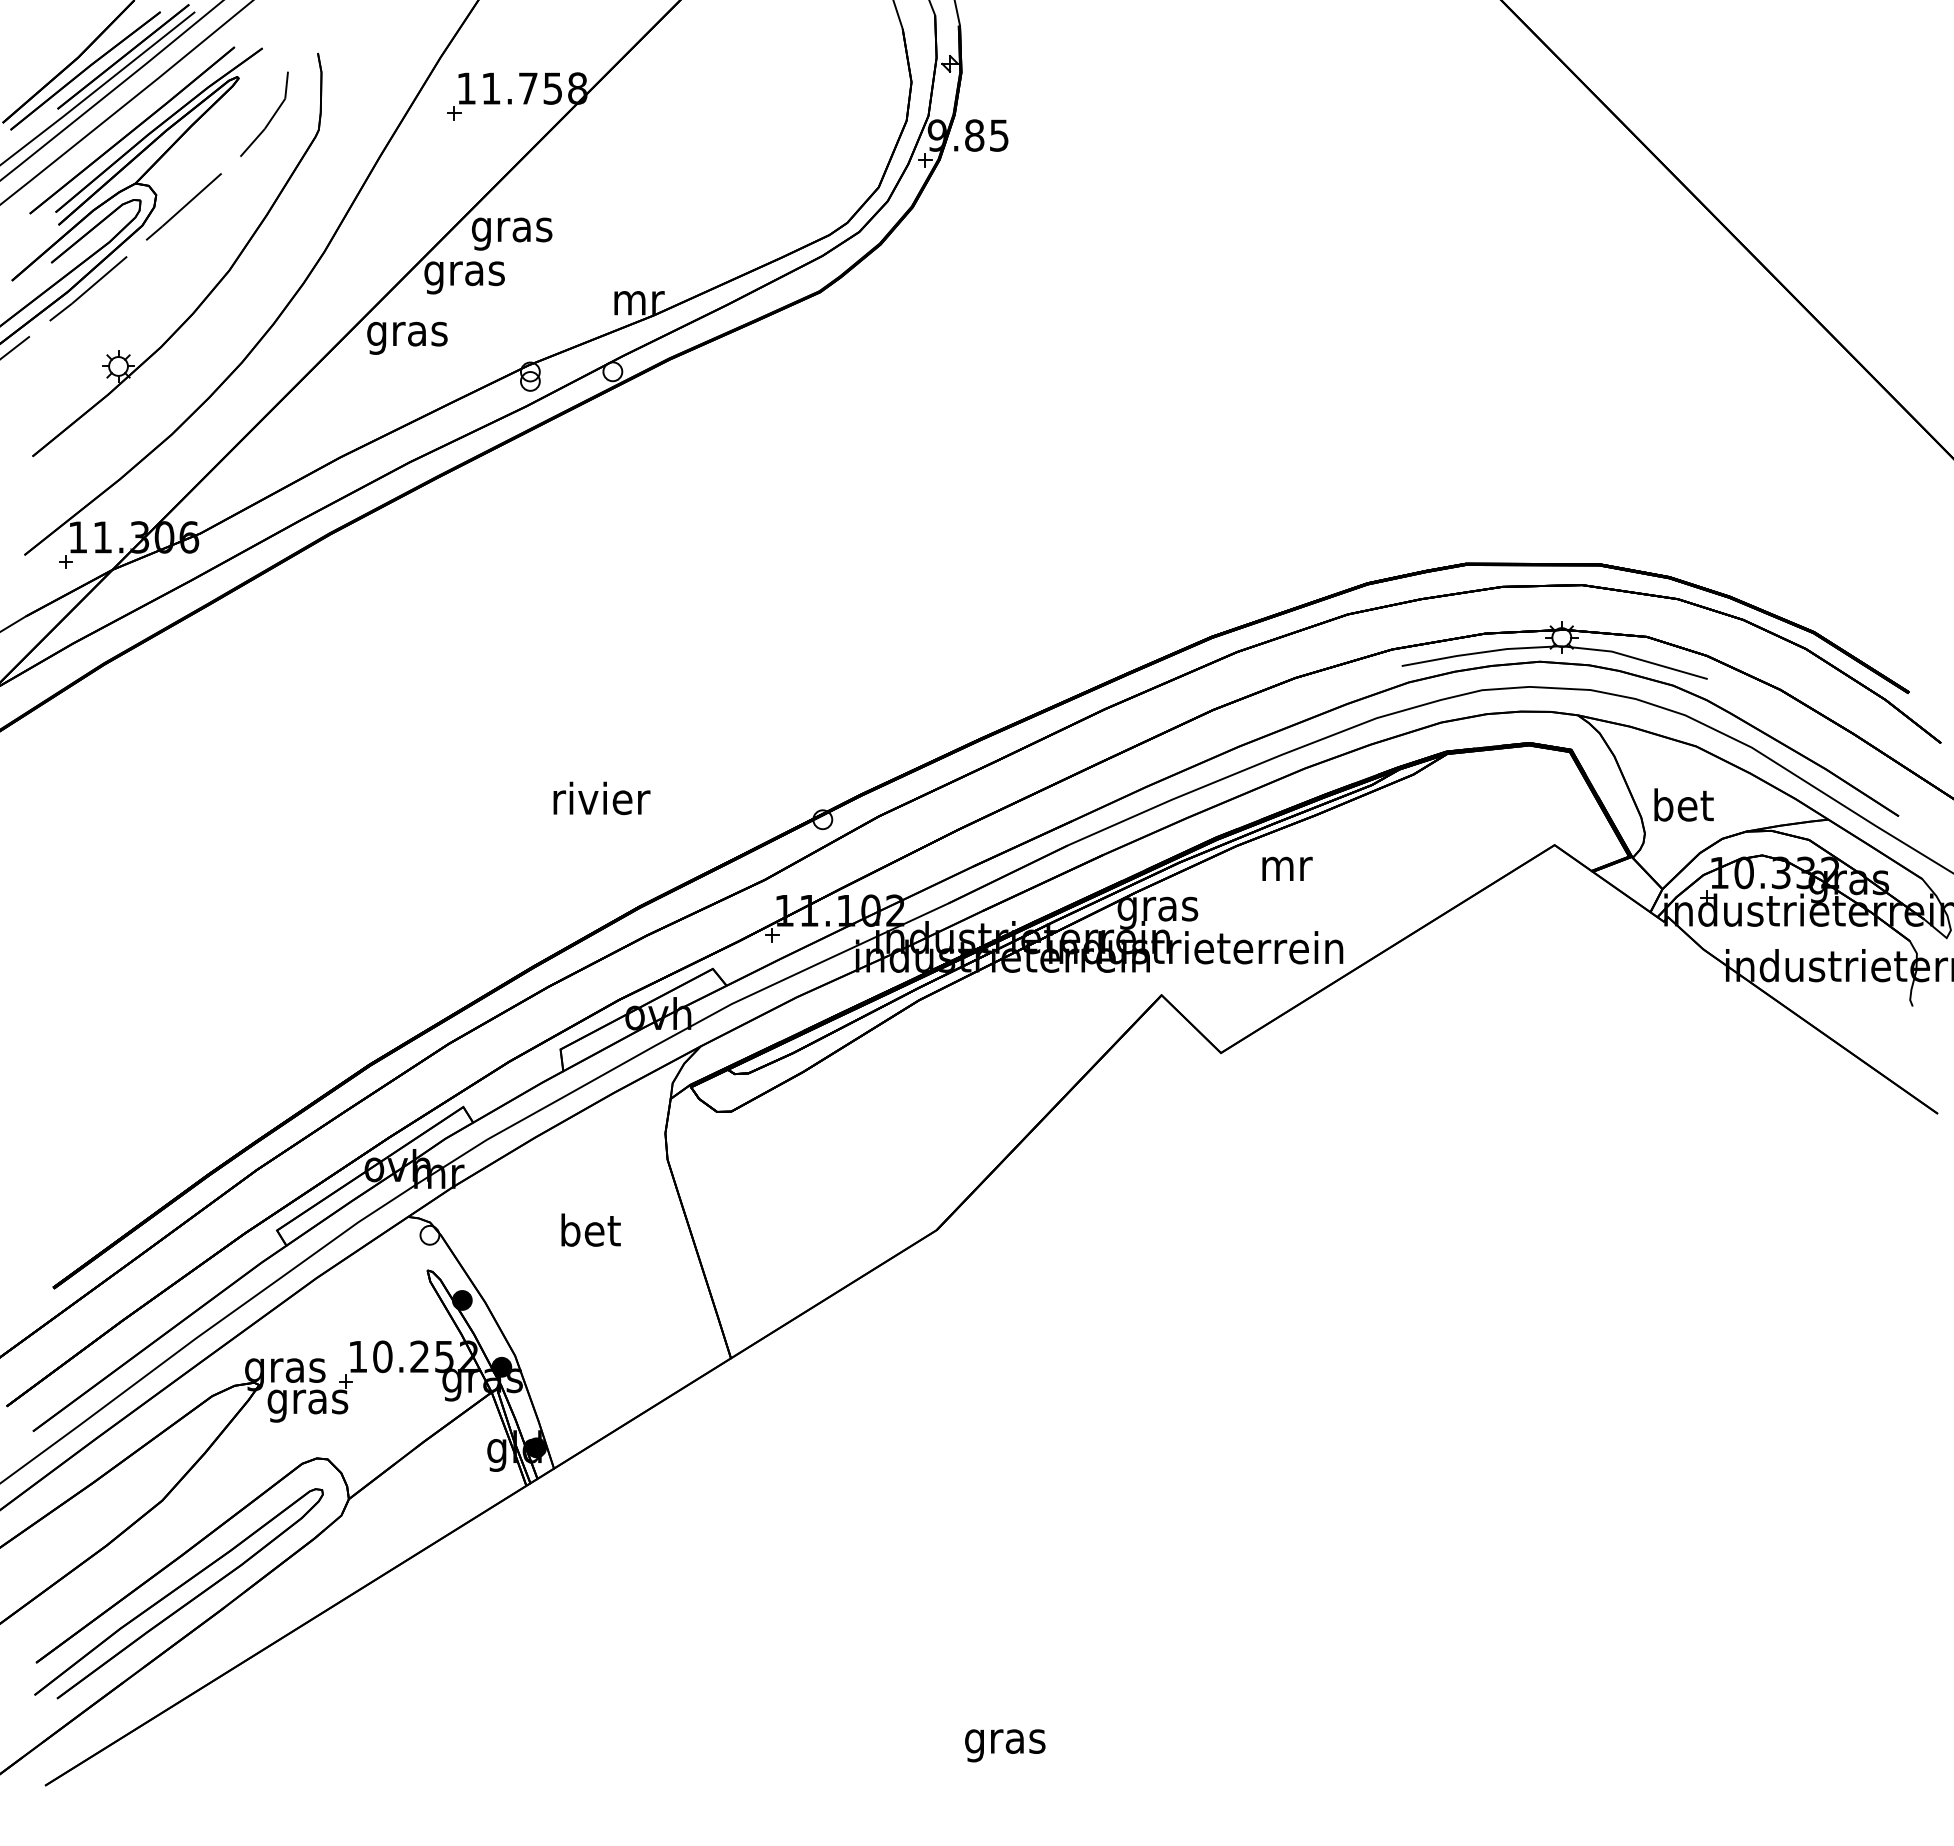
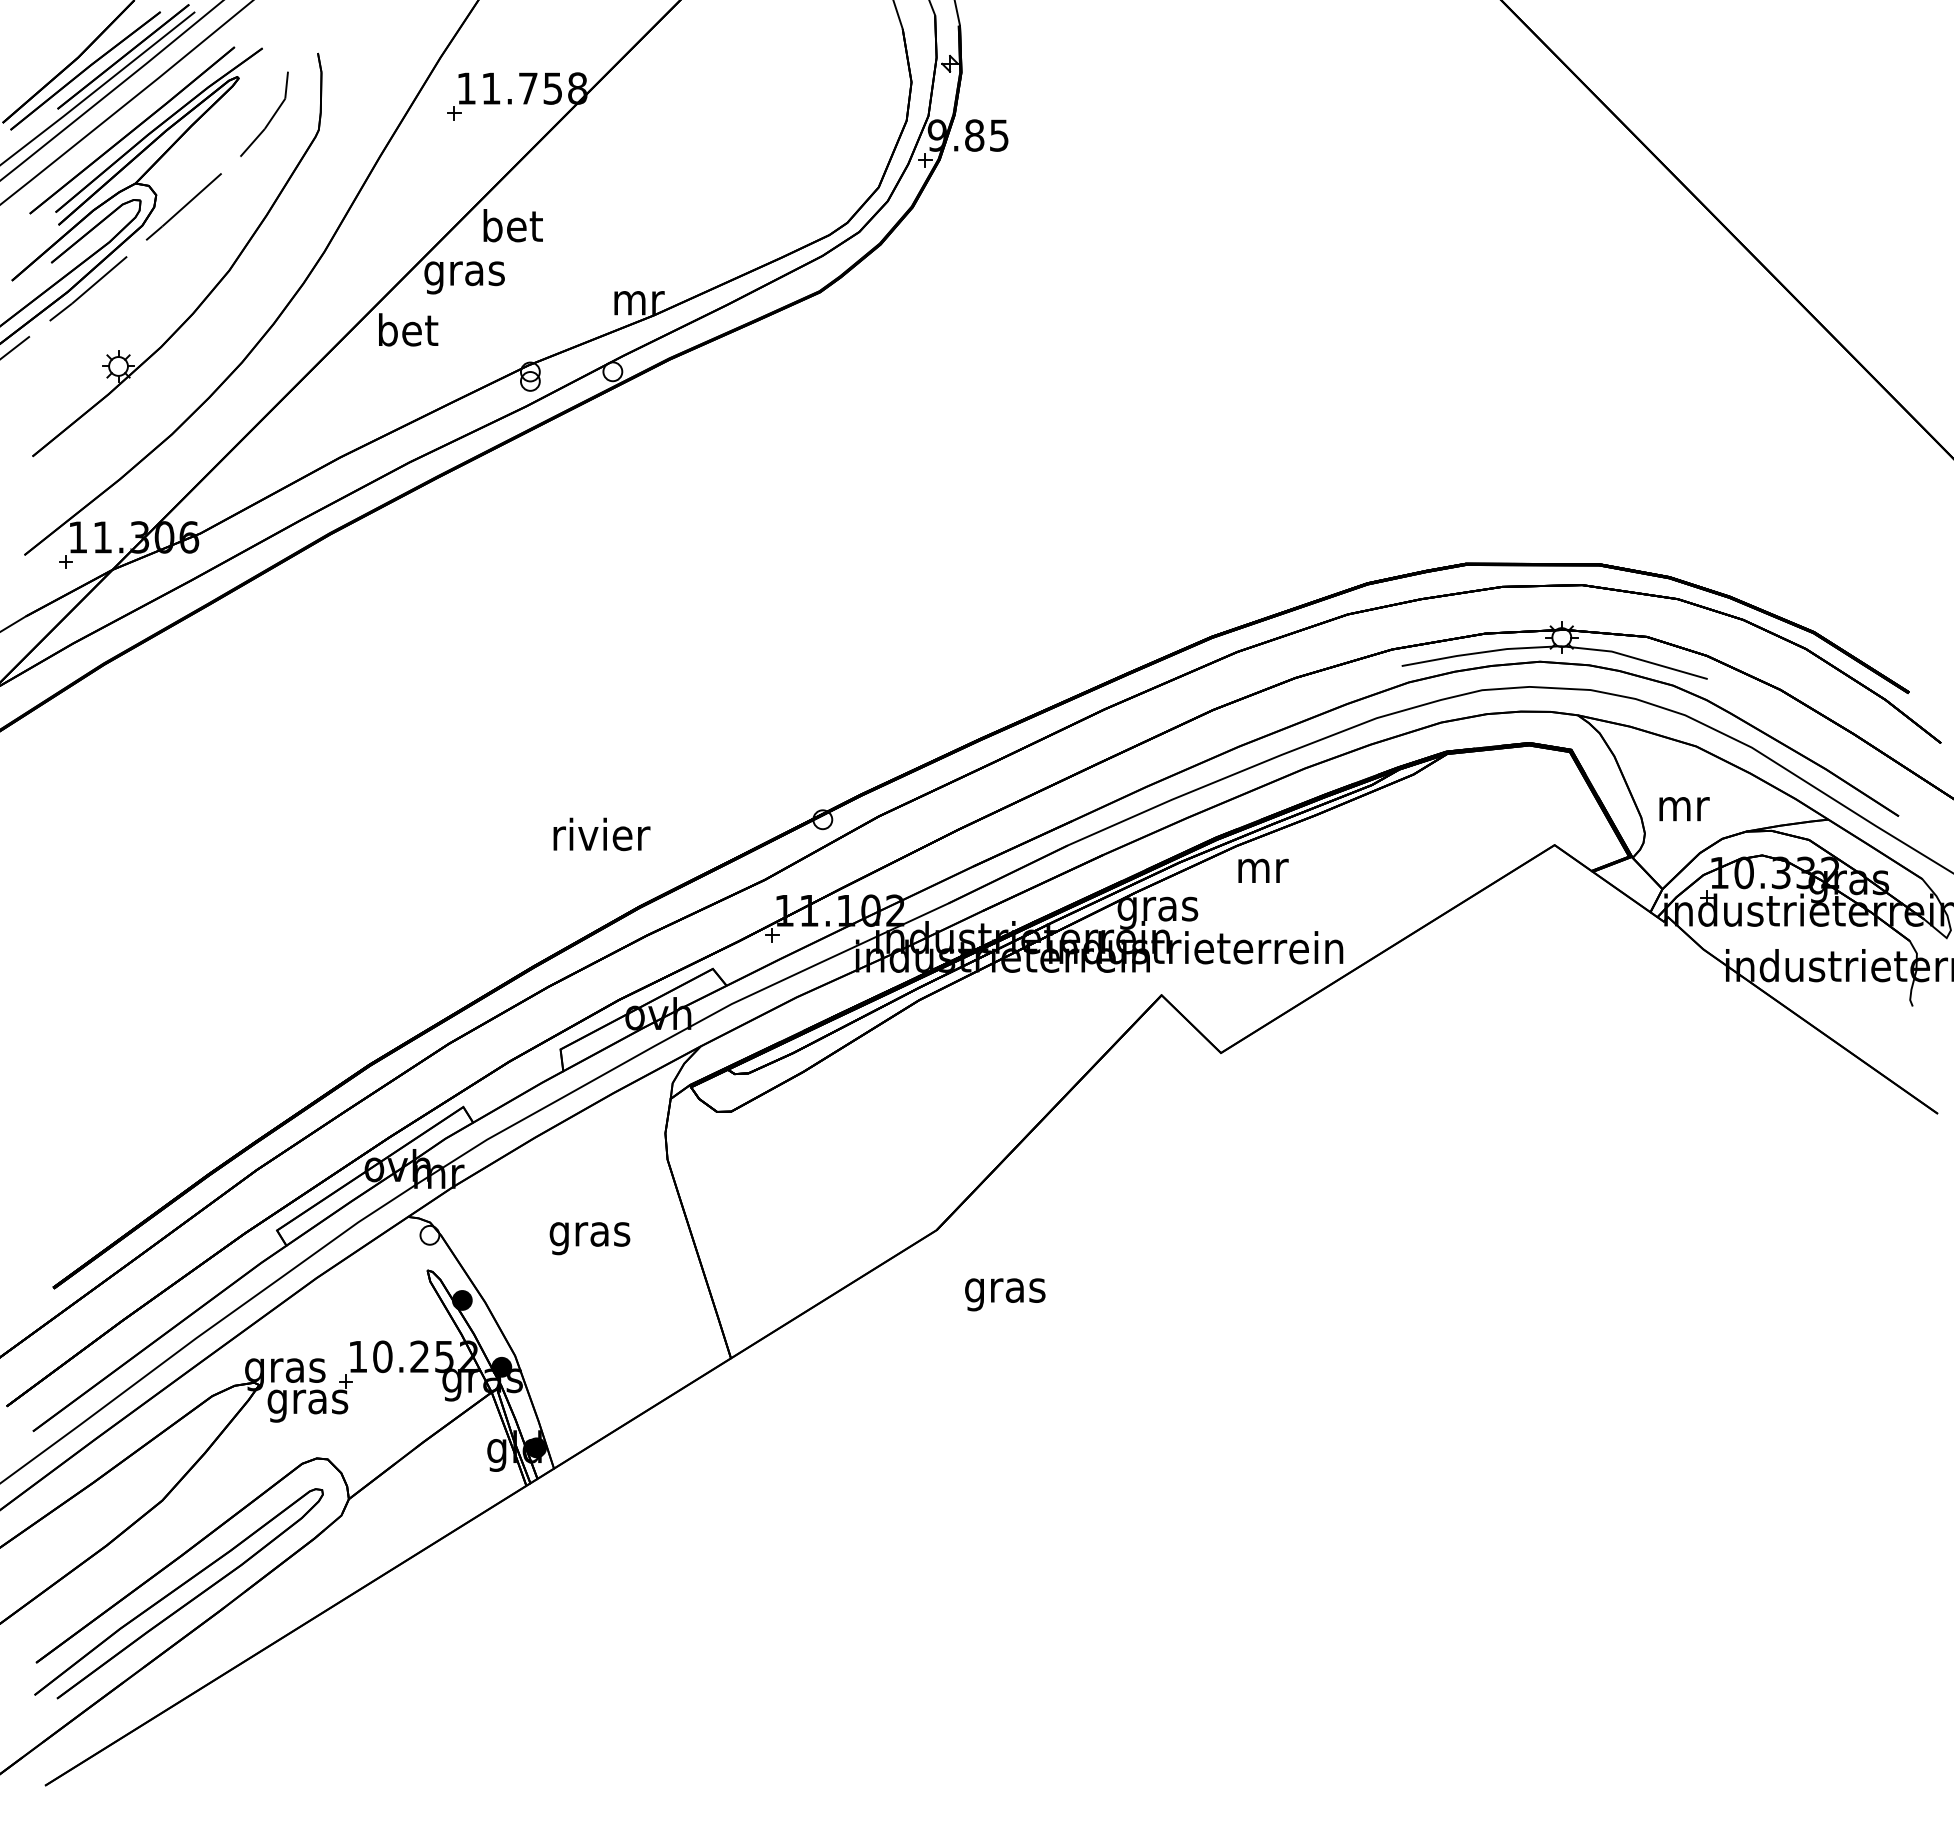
text at (511, 229): gras -> bet
text at (407, 333): gras -> bet
text at (601, 798) position: (601, 798) -> (601, 834)
text at (1683, 804): bet -> mr
text at (1287, 868) position: (1287, 868) -> (1263, 870)
text at (589, 1234): bet -> gras
text at (1005, 1745) position: (1005, 1745) -> (1005, 1294)
